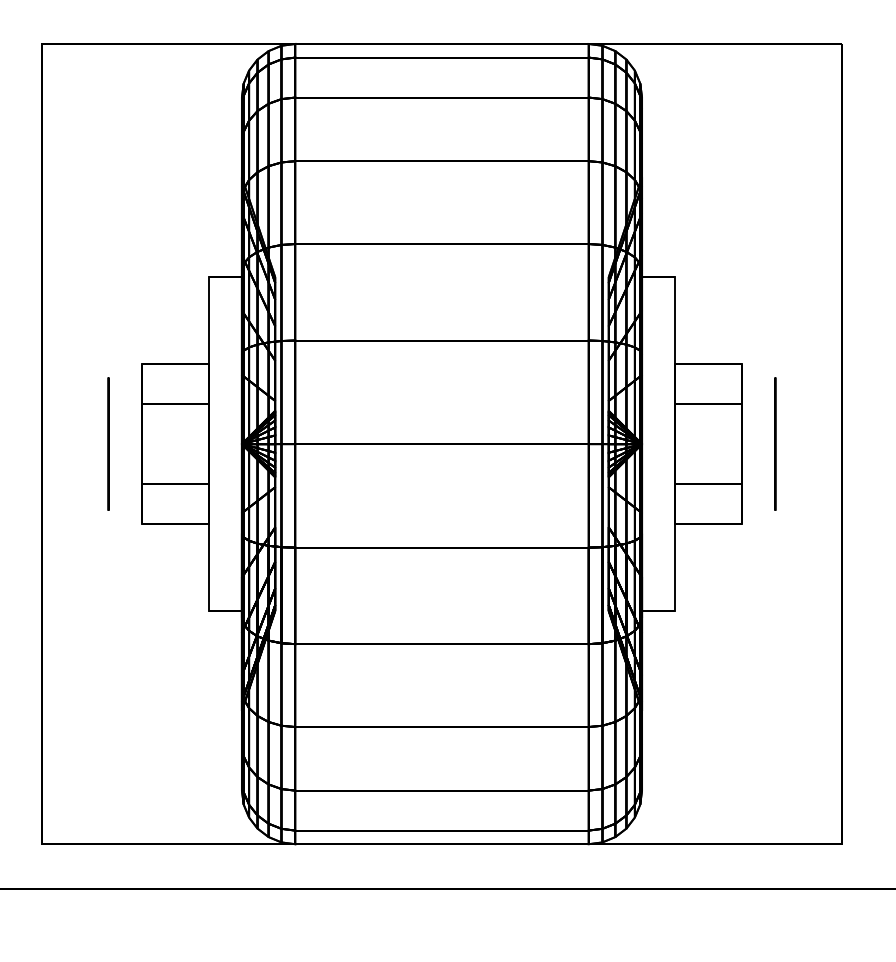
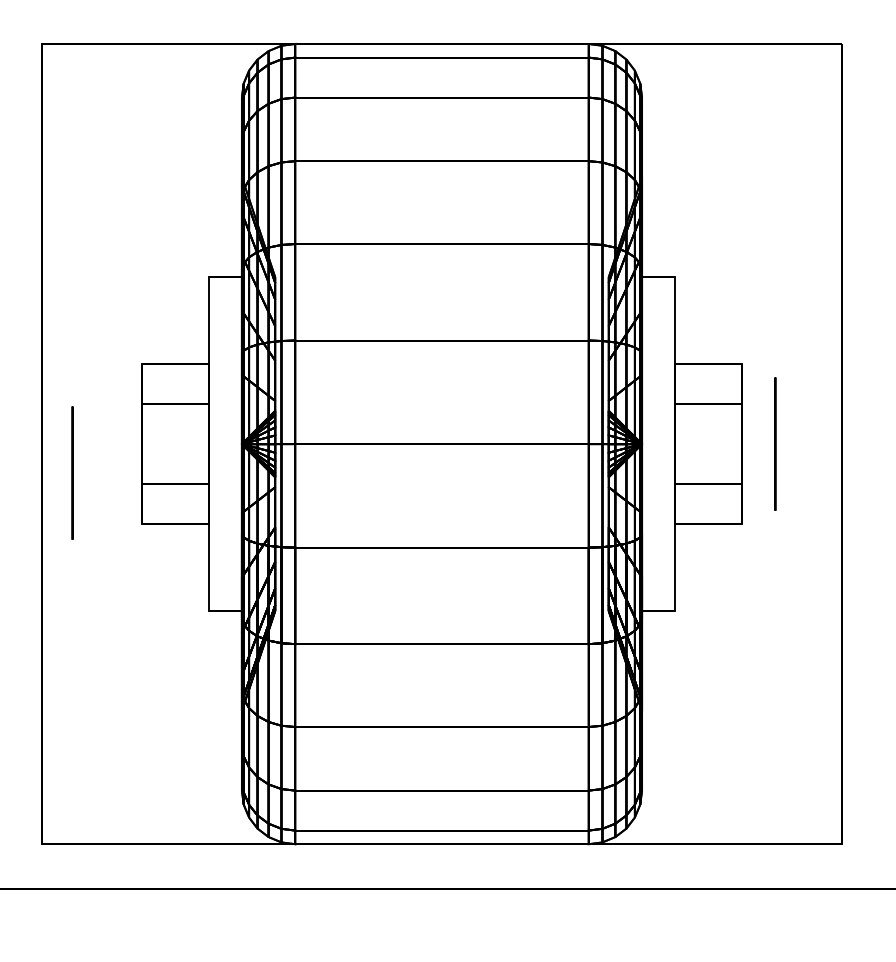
circle at (108, 443) position: (108, 443) -> (72, 472)
